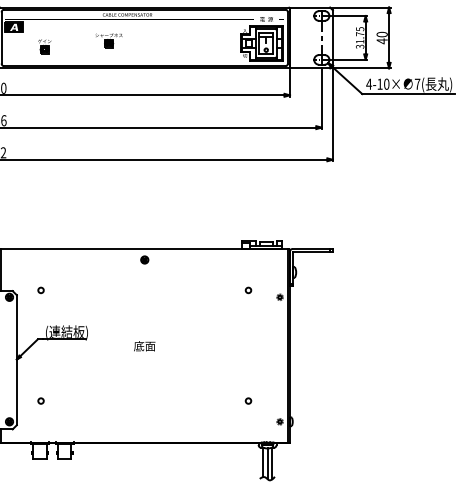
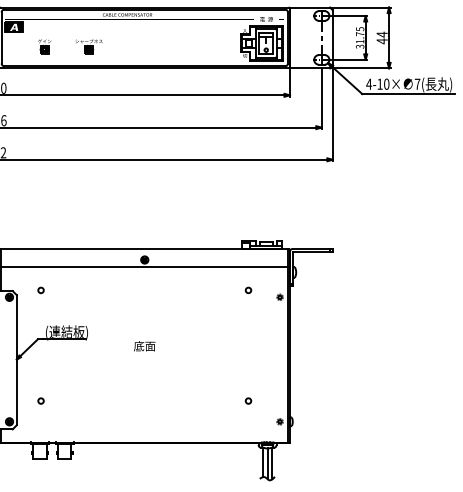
text at (381, 34): 40 -> 44
part at (108, 40) position: (108, 40) -> (88, 46)
line at (145, 266): none -> present
